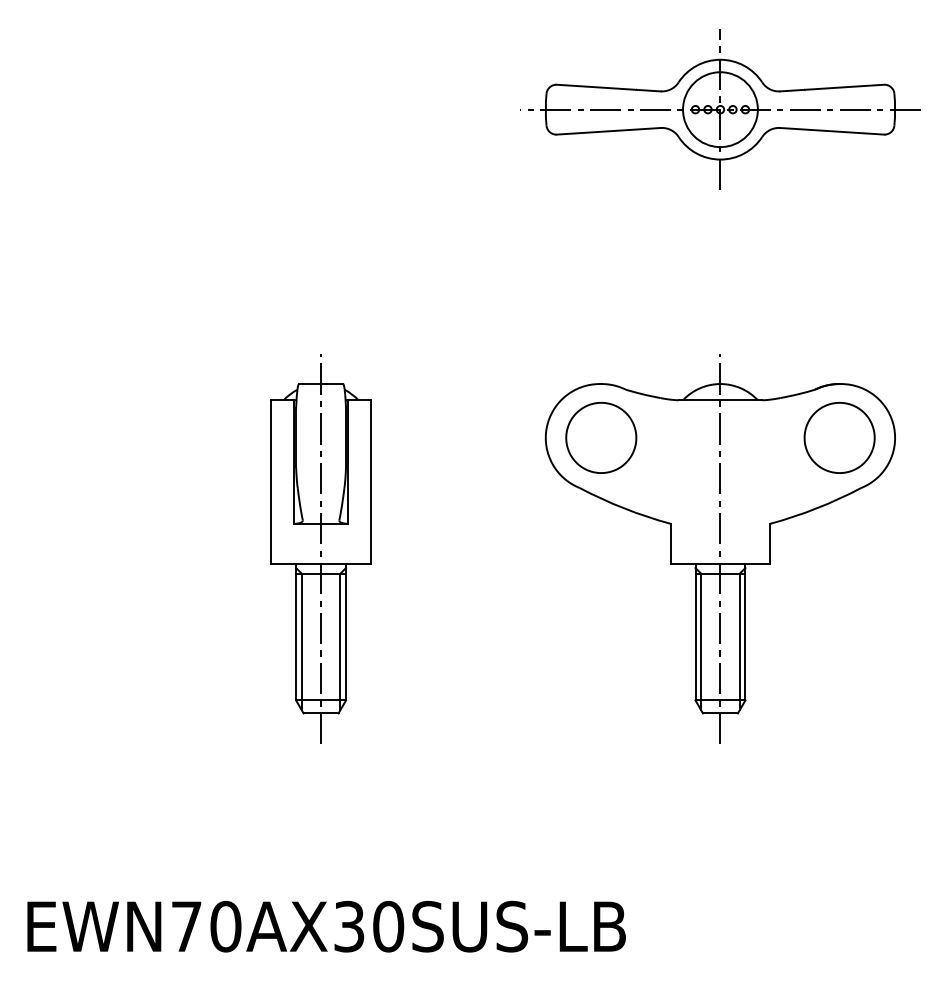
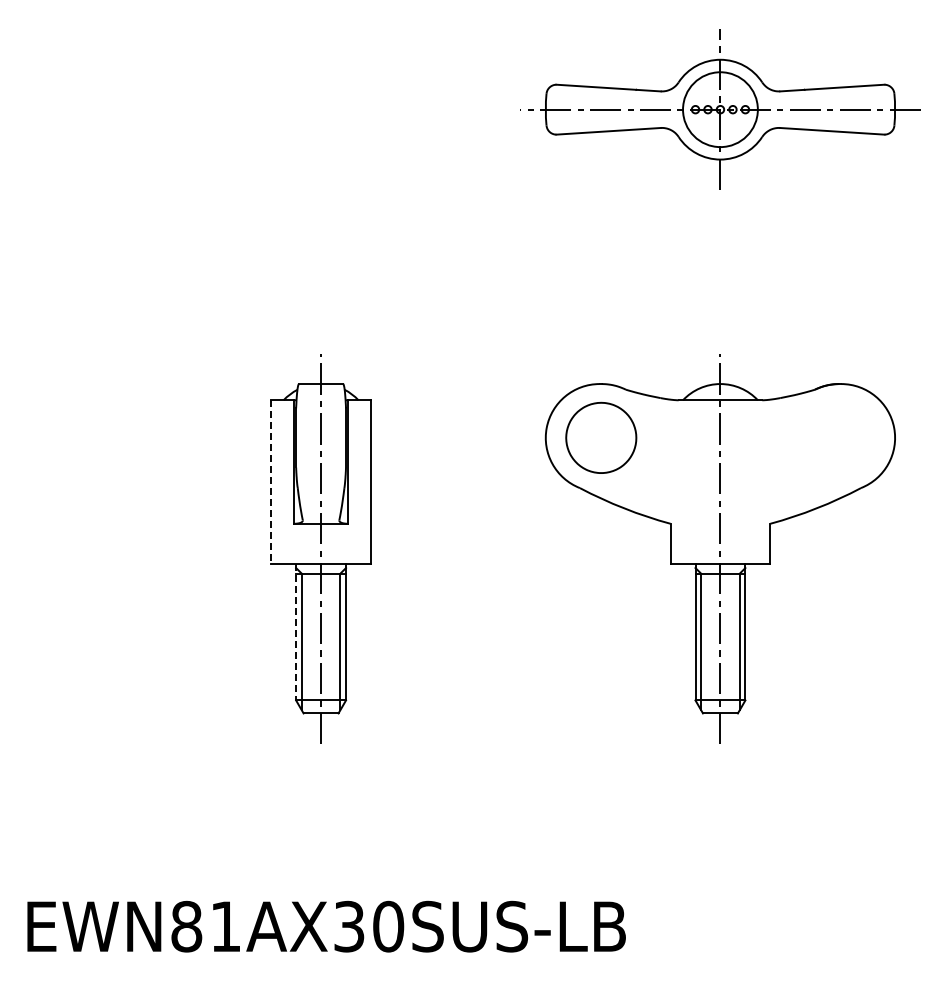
part at (839, 437): present -> none
line at (271, 481): solid -> dashed
line at (296, 632): solid -> dashed
text at (206, 926): EWN70AX30SUS-LB -> EWN81AX30SUS-LB
